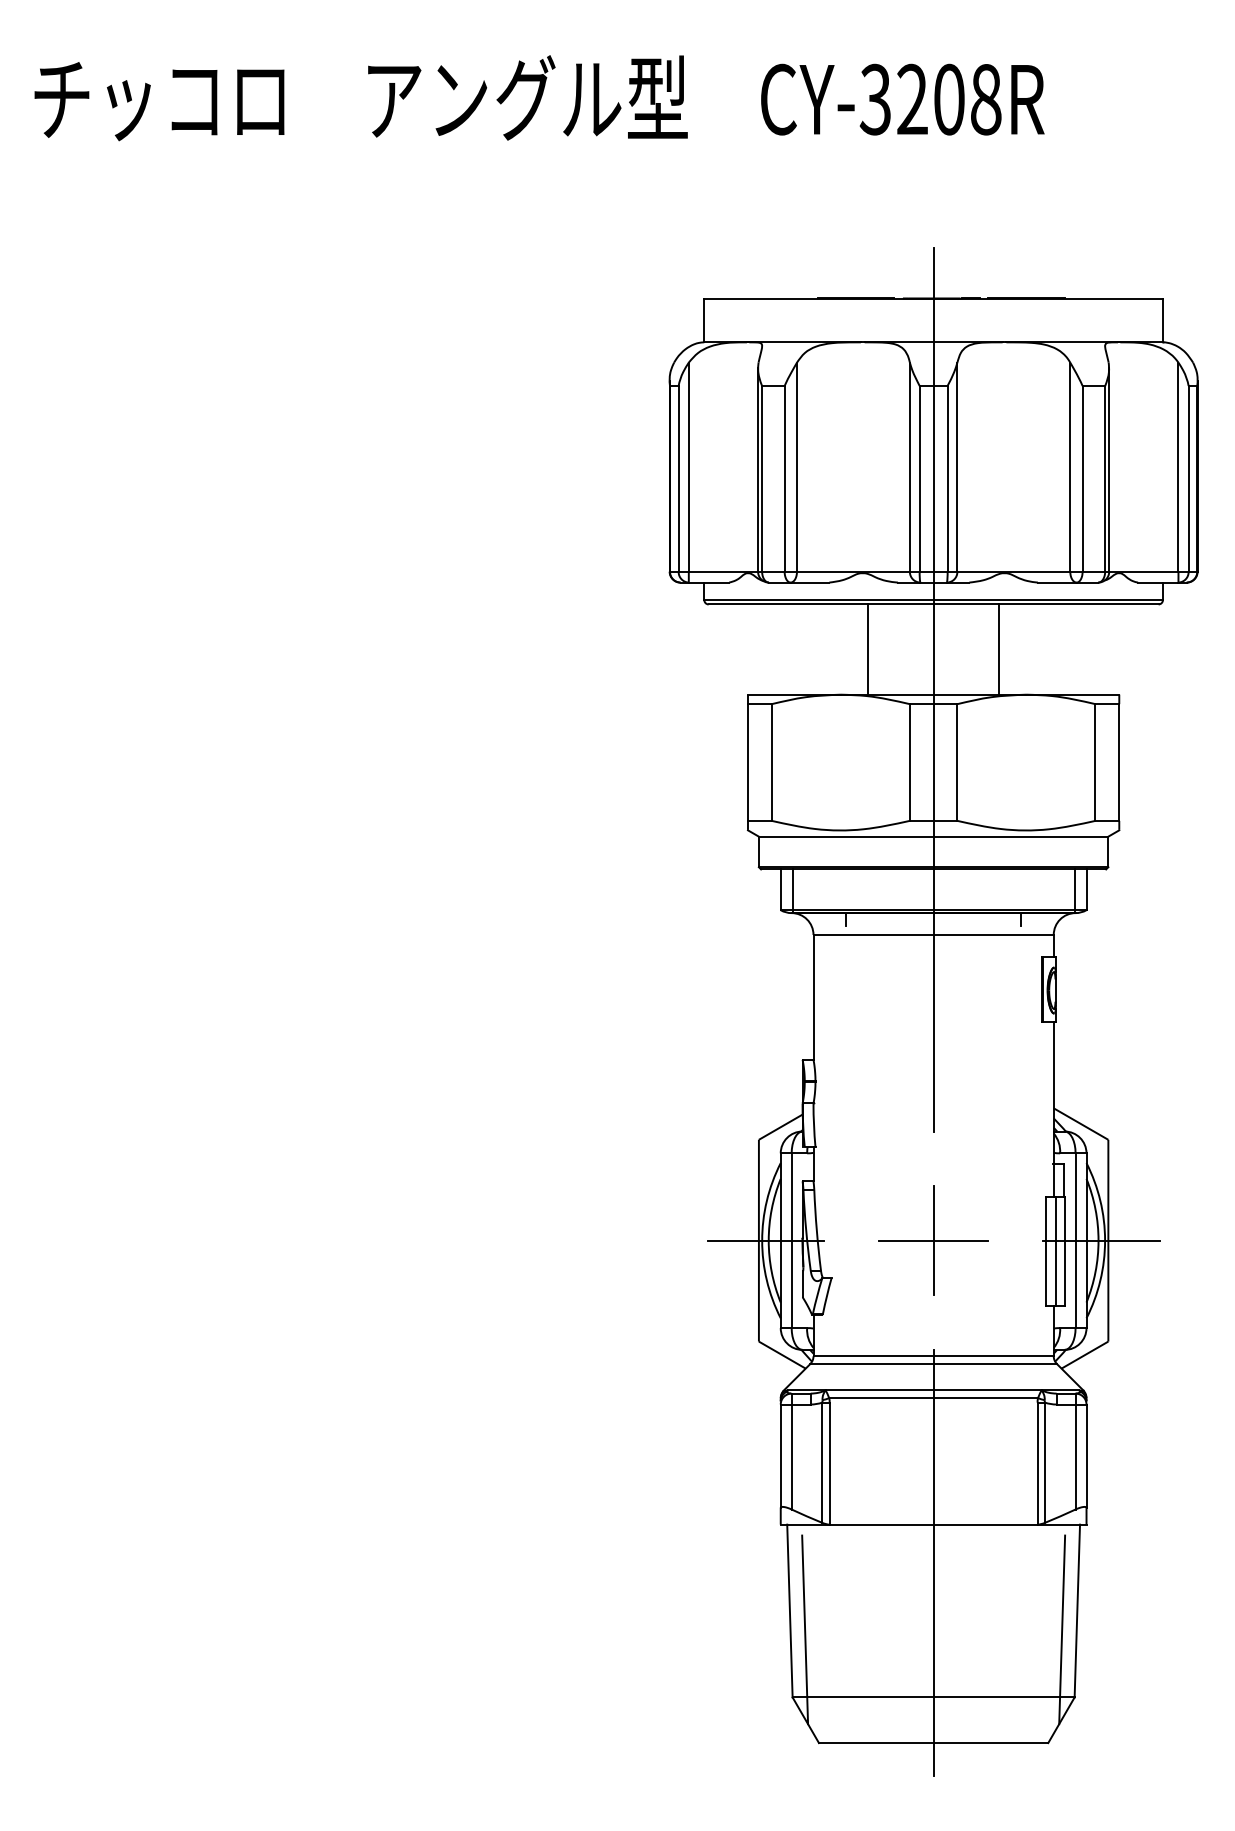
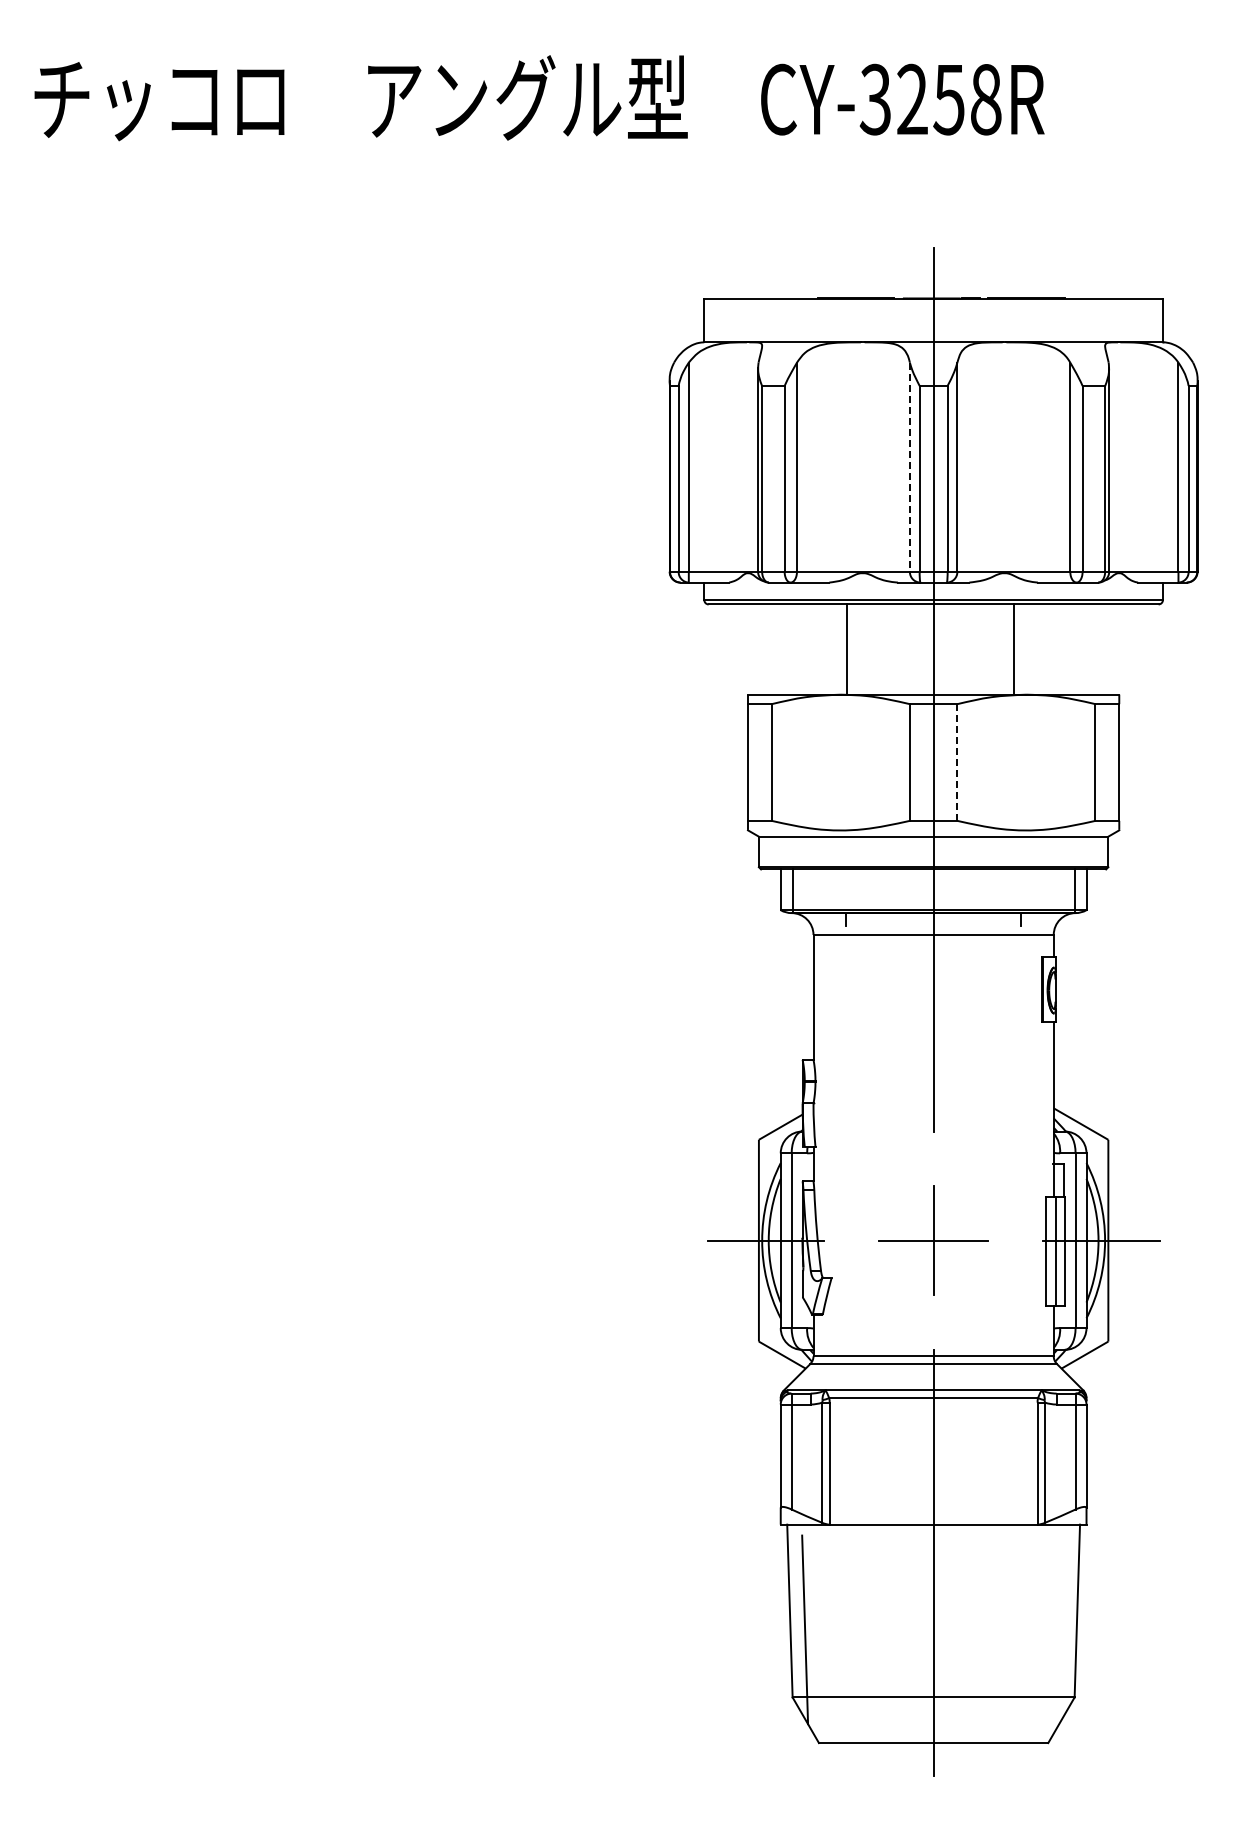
text at (948, 99): CY-3208R -> CY-3258R
line at (909, 467): solid -> dashed
line at (868, 649) position: (868, 649) -> (847, 649)
line at (999, 649) position: (999, 649) -> (1014, 649)
line at (957, 763): solid -> dashed
line at (1062, 1629): present -> none
